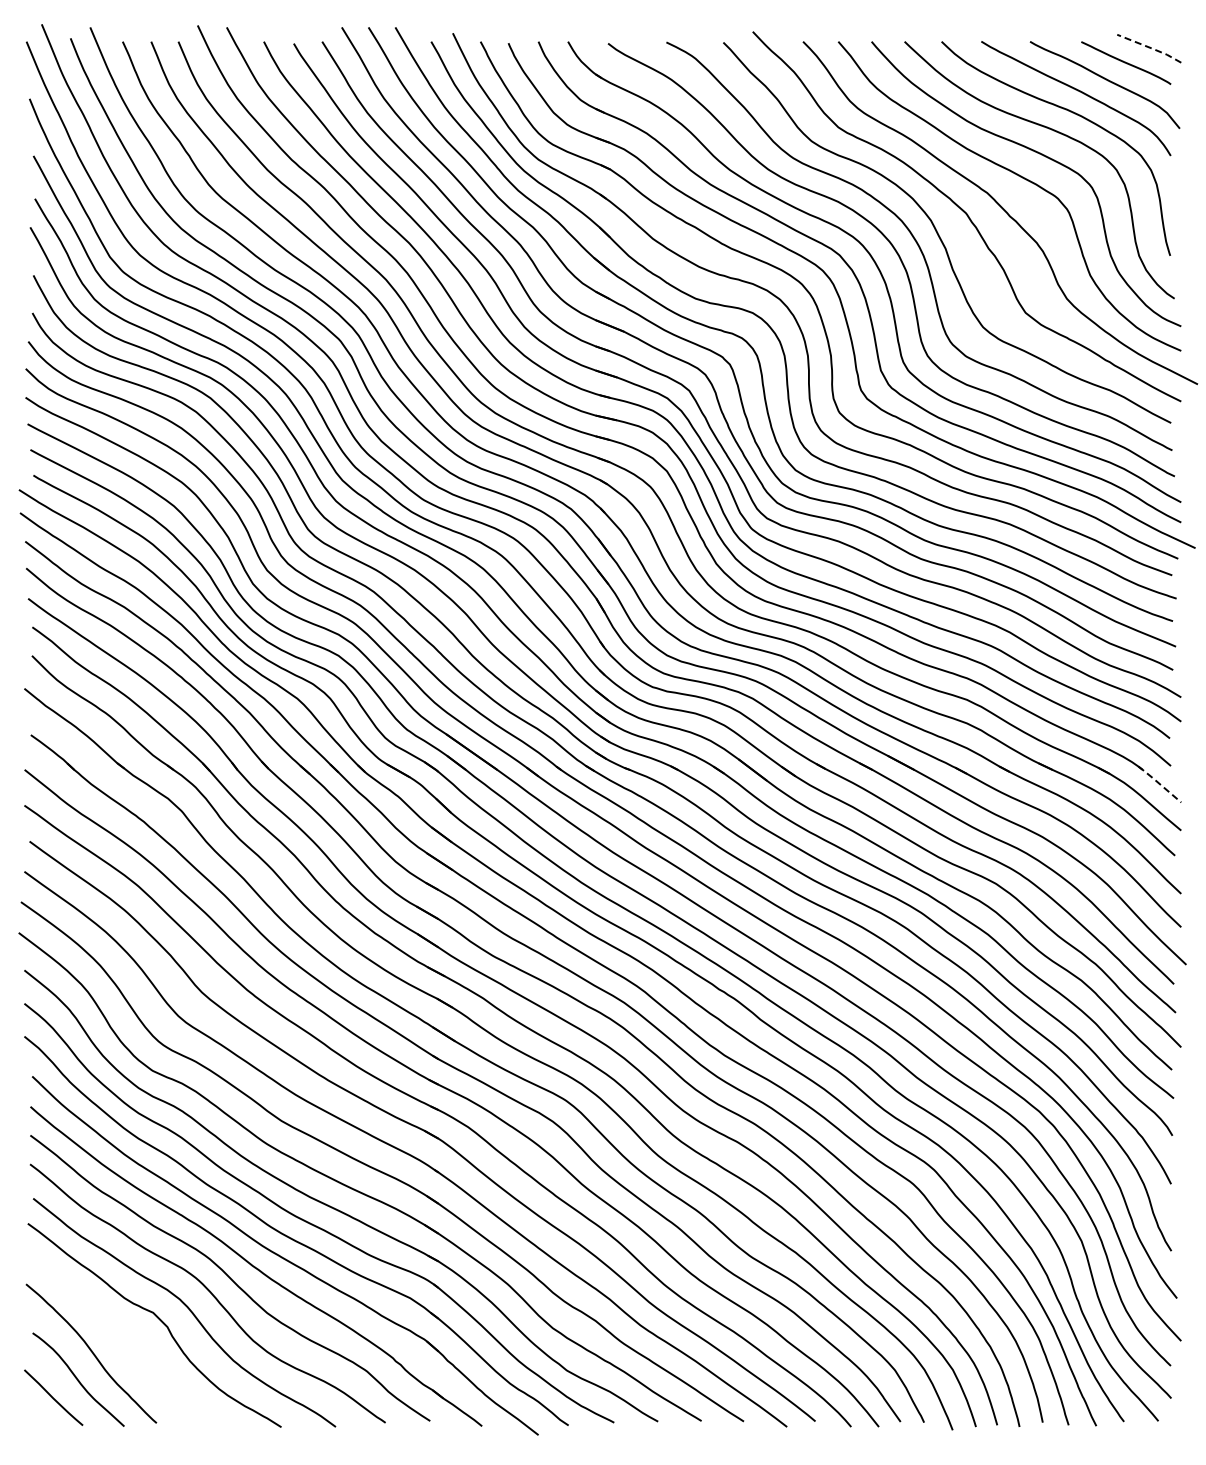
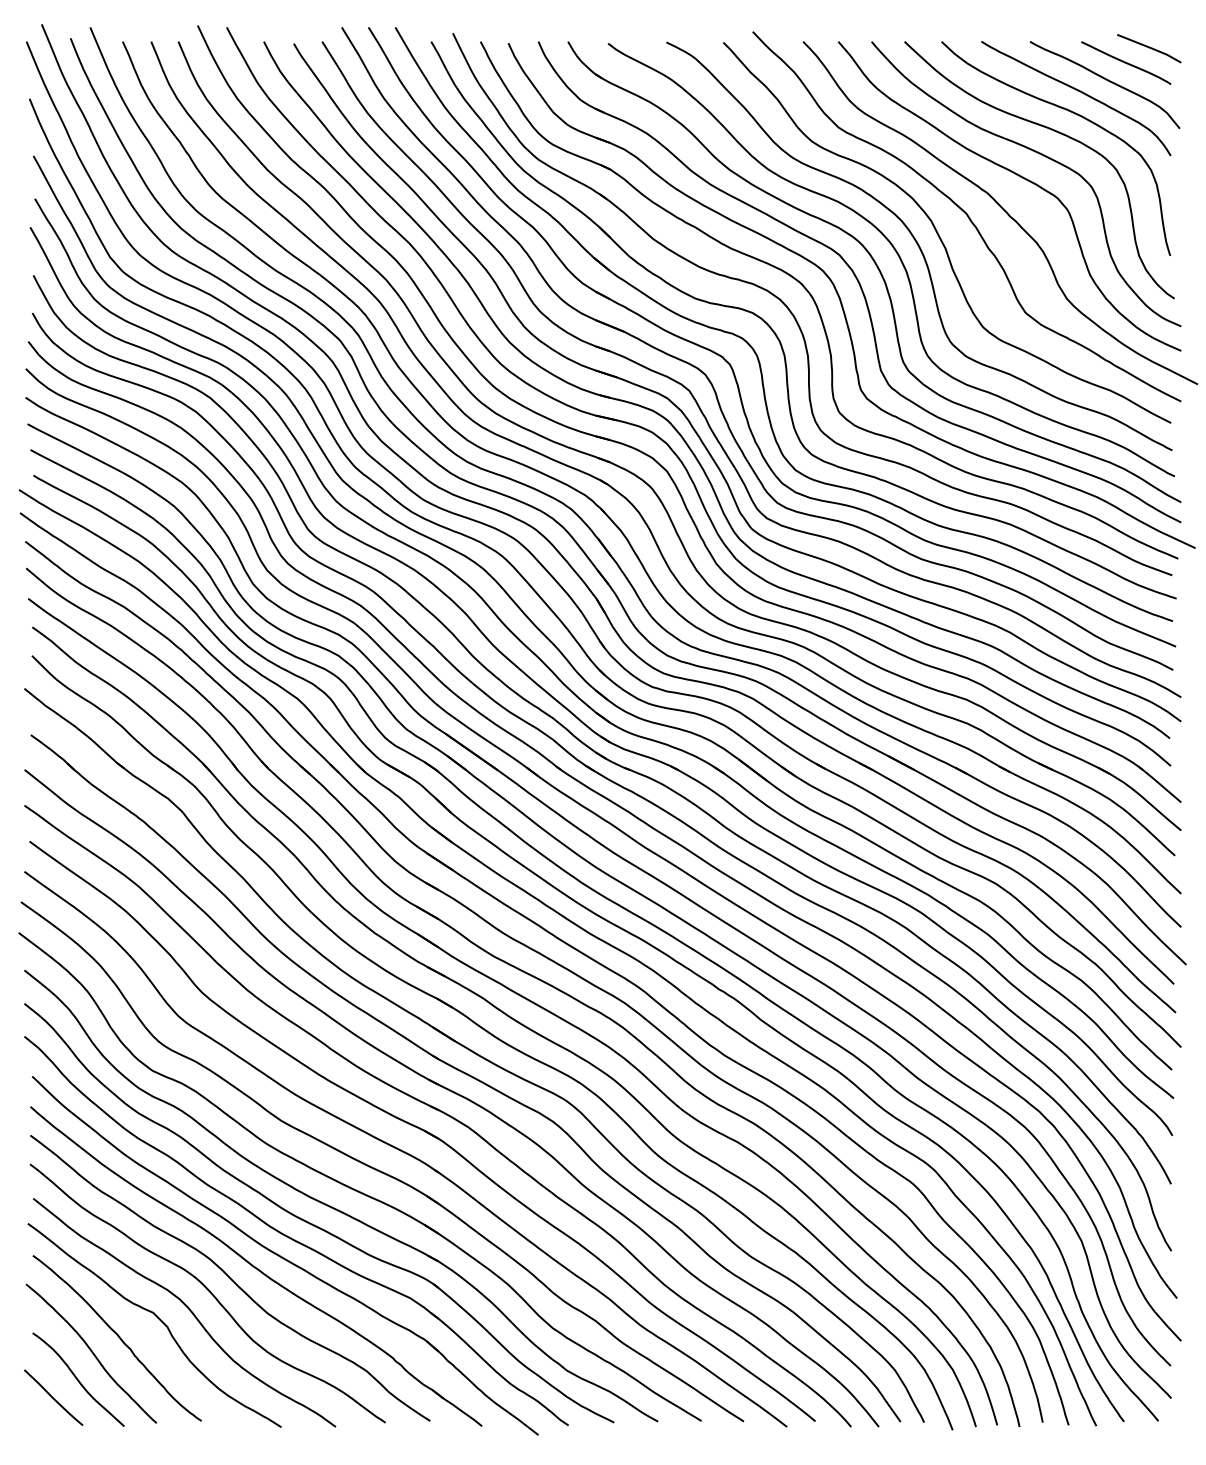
line at (1150, 48): dashed -> solid
line at (1159, 783): dashed -> solid
curve at (117, 1336): none -> present
